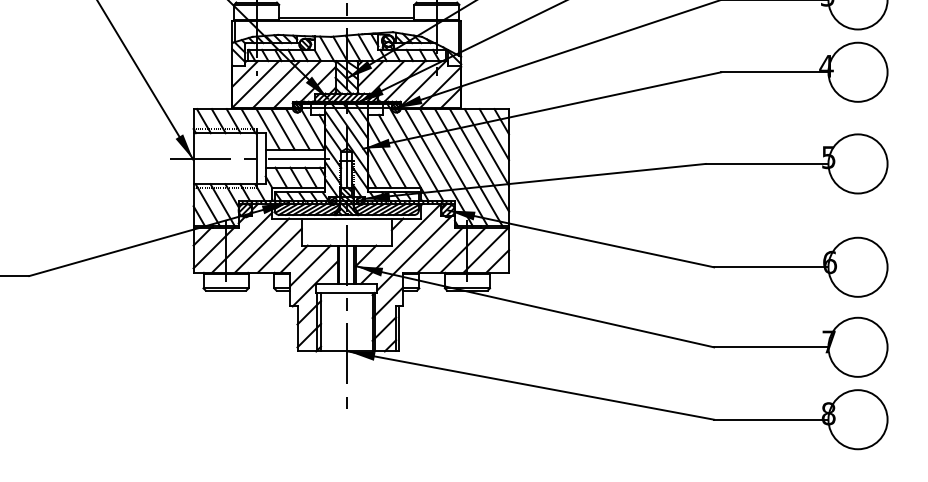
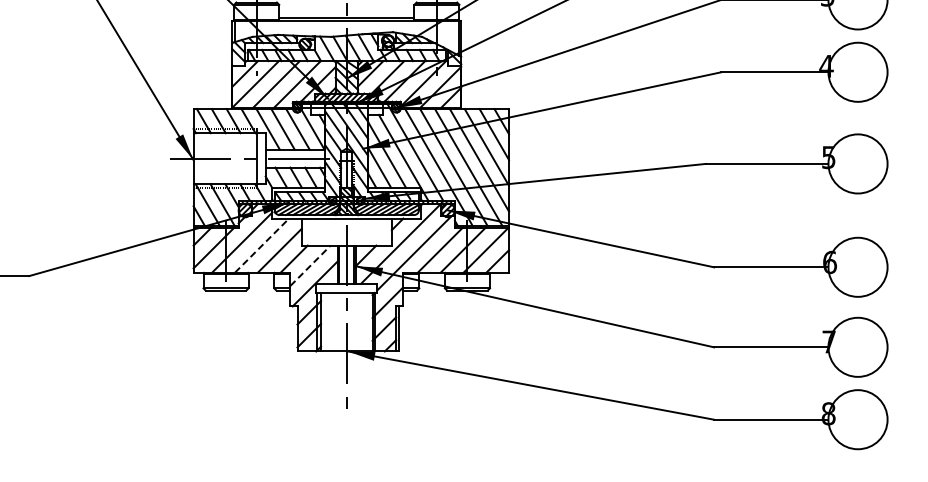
line at (262, 245): solid -> dashed
line at (310, 265): solid -> dashed
